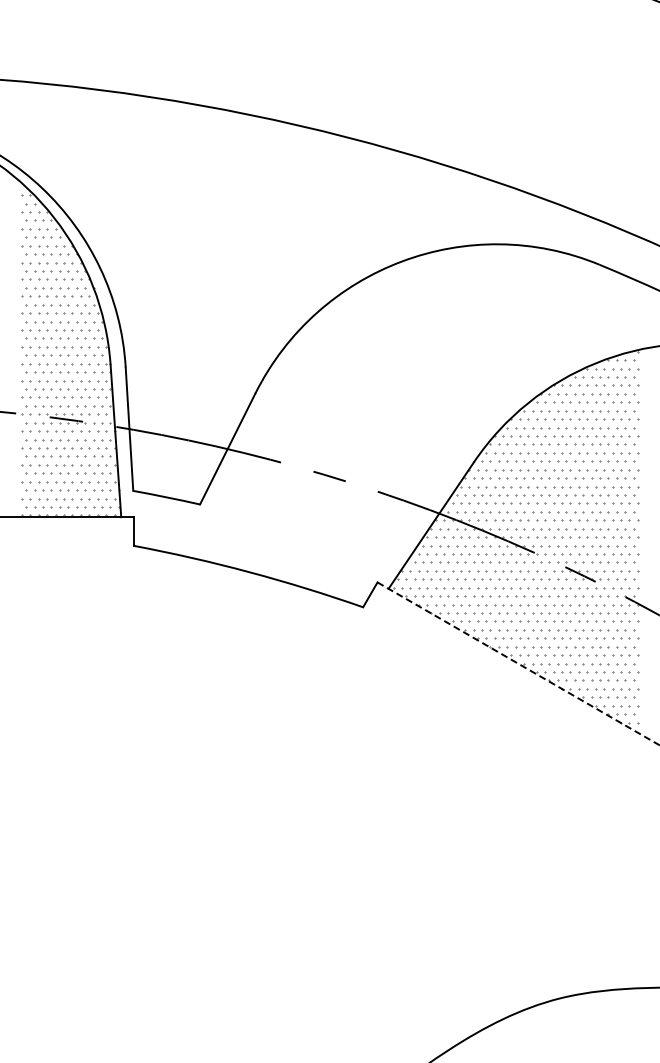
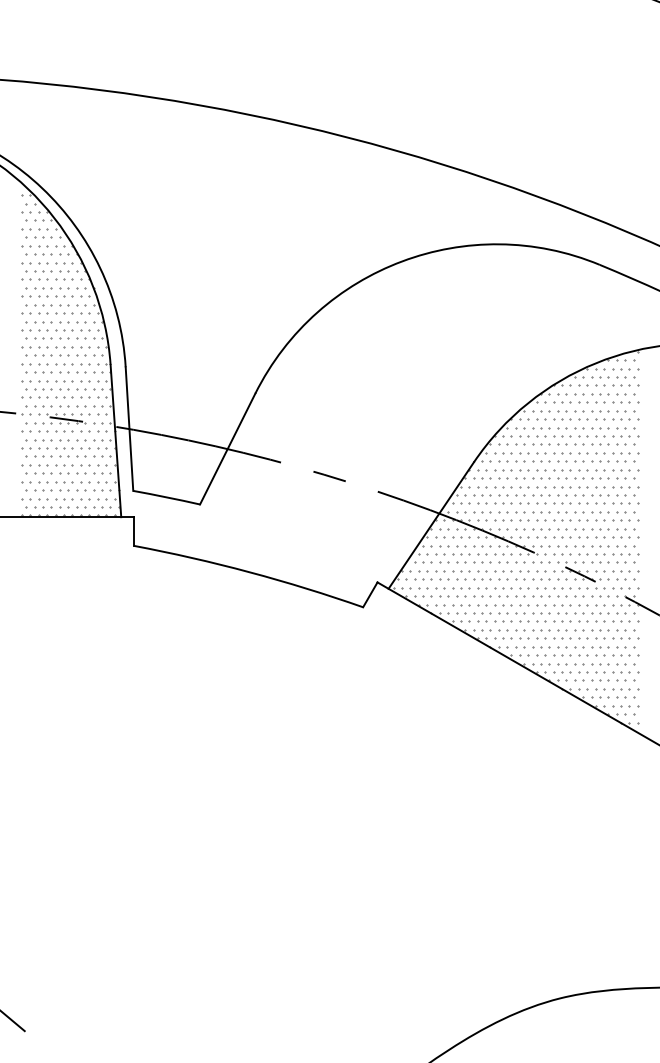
line at (518, 663): dashed -> solid
line at (13, 1021): none -> present
